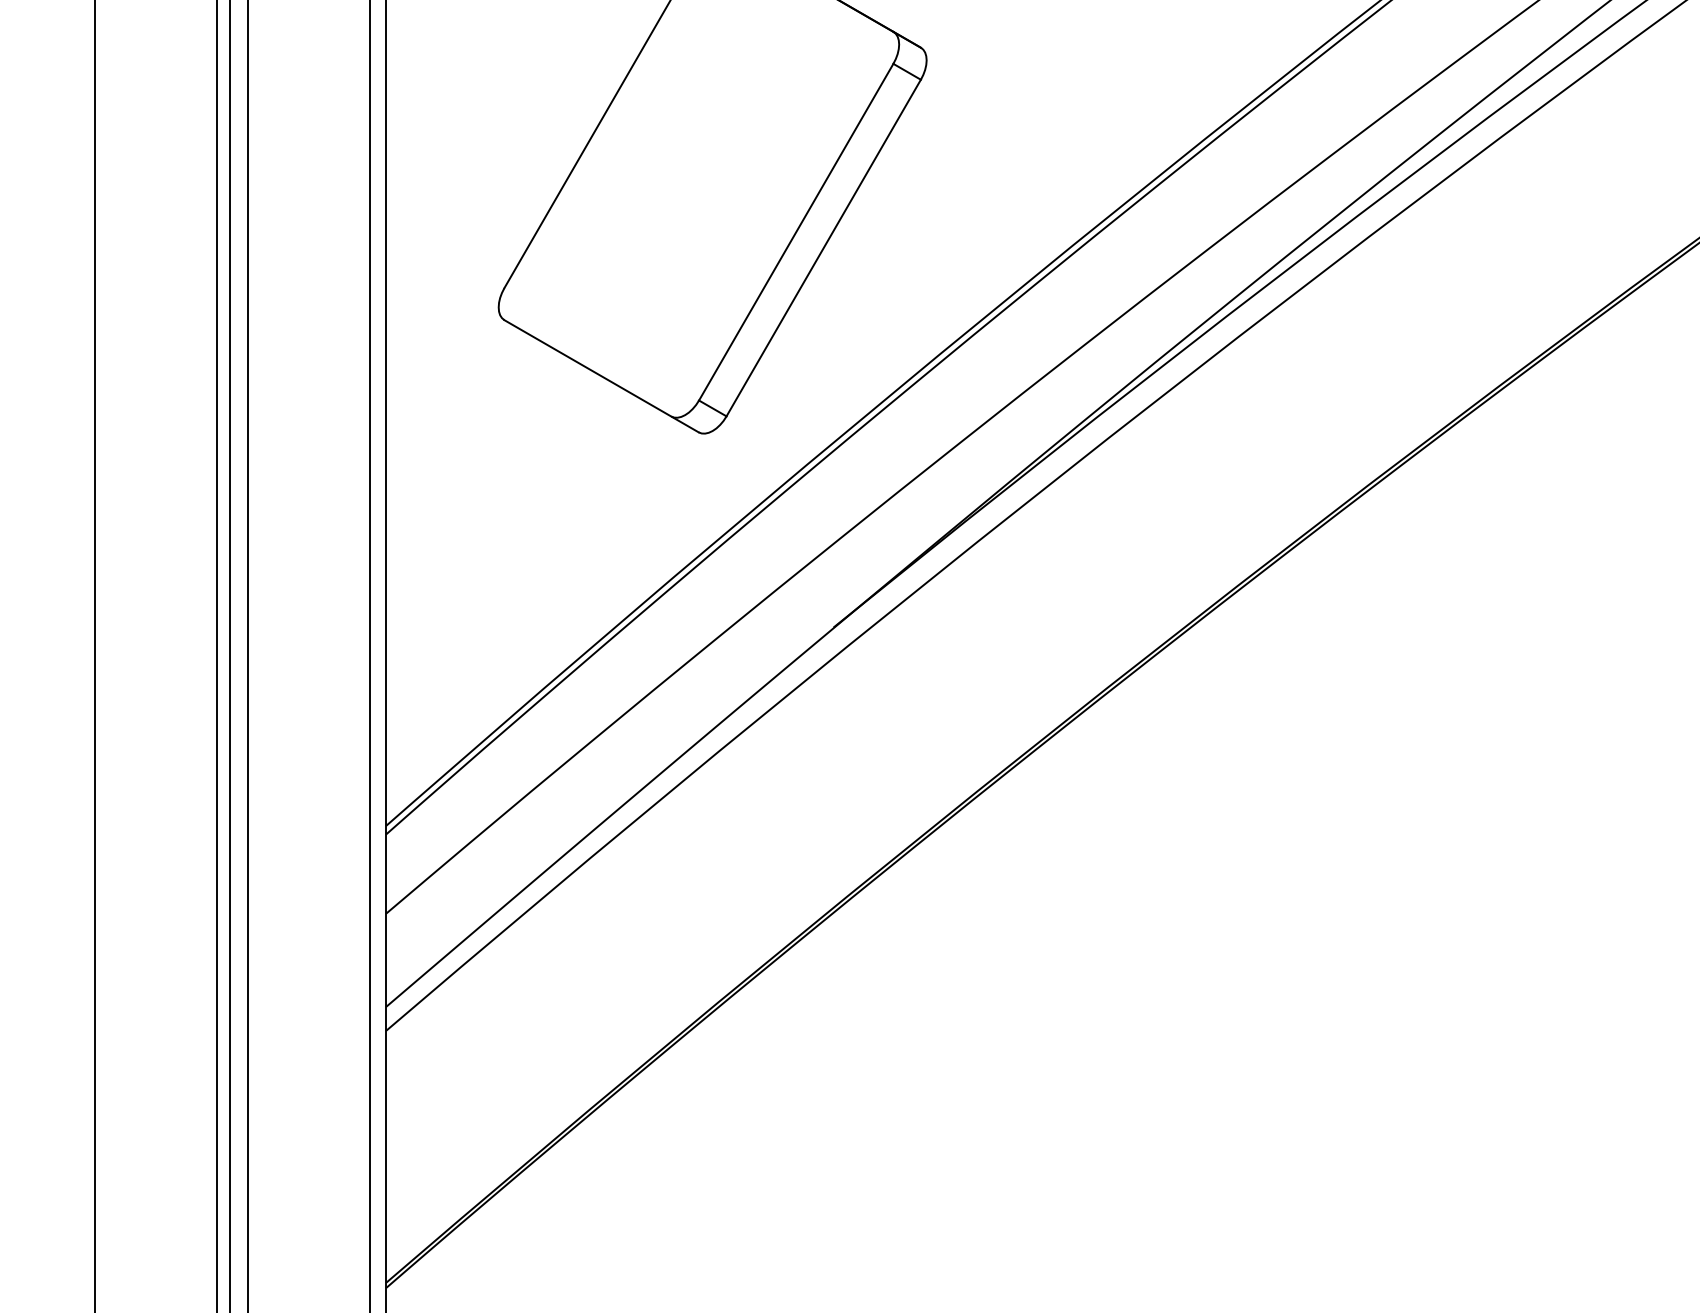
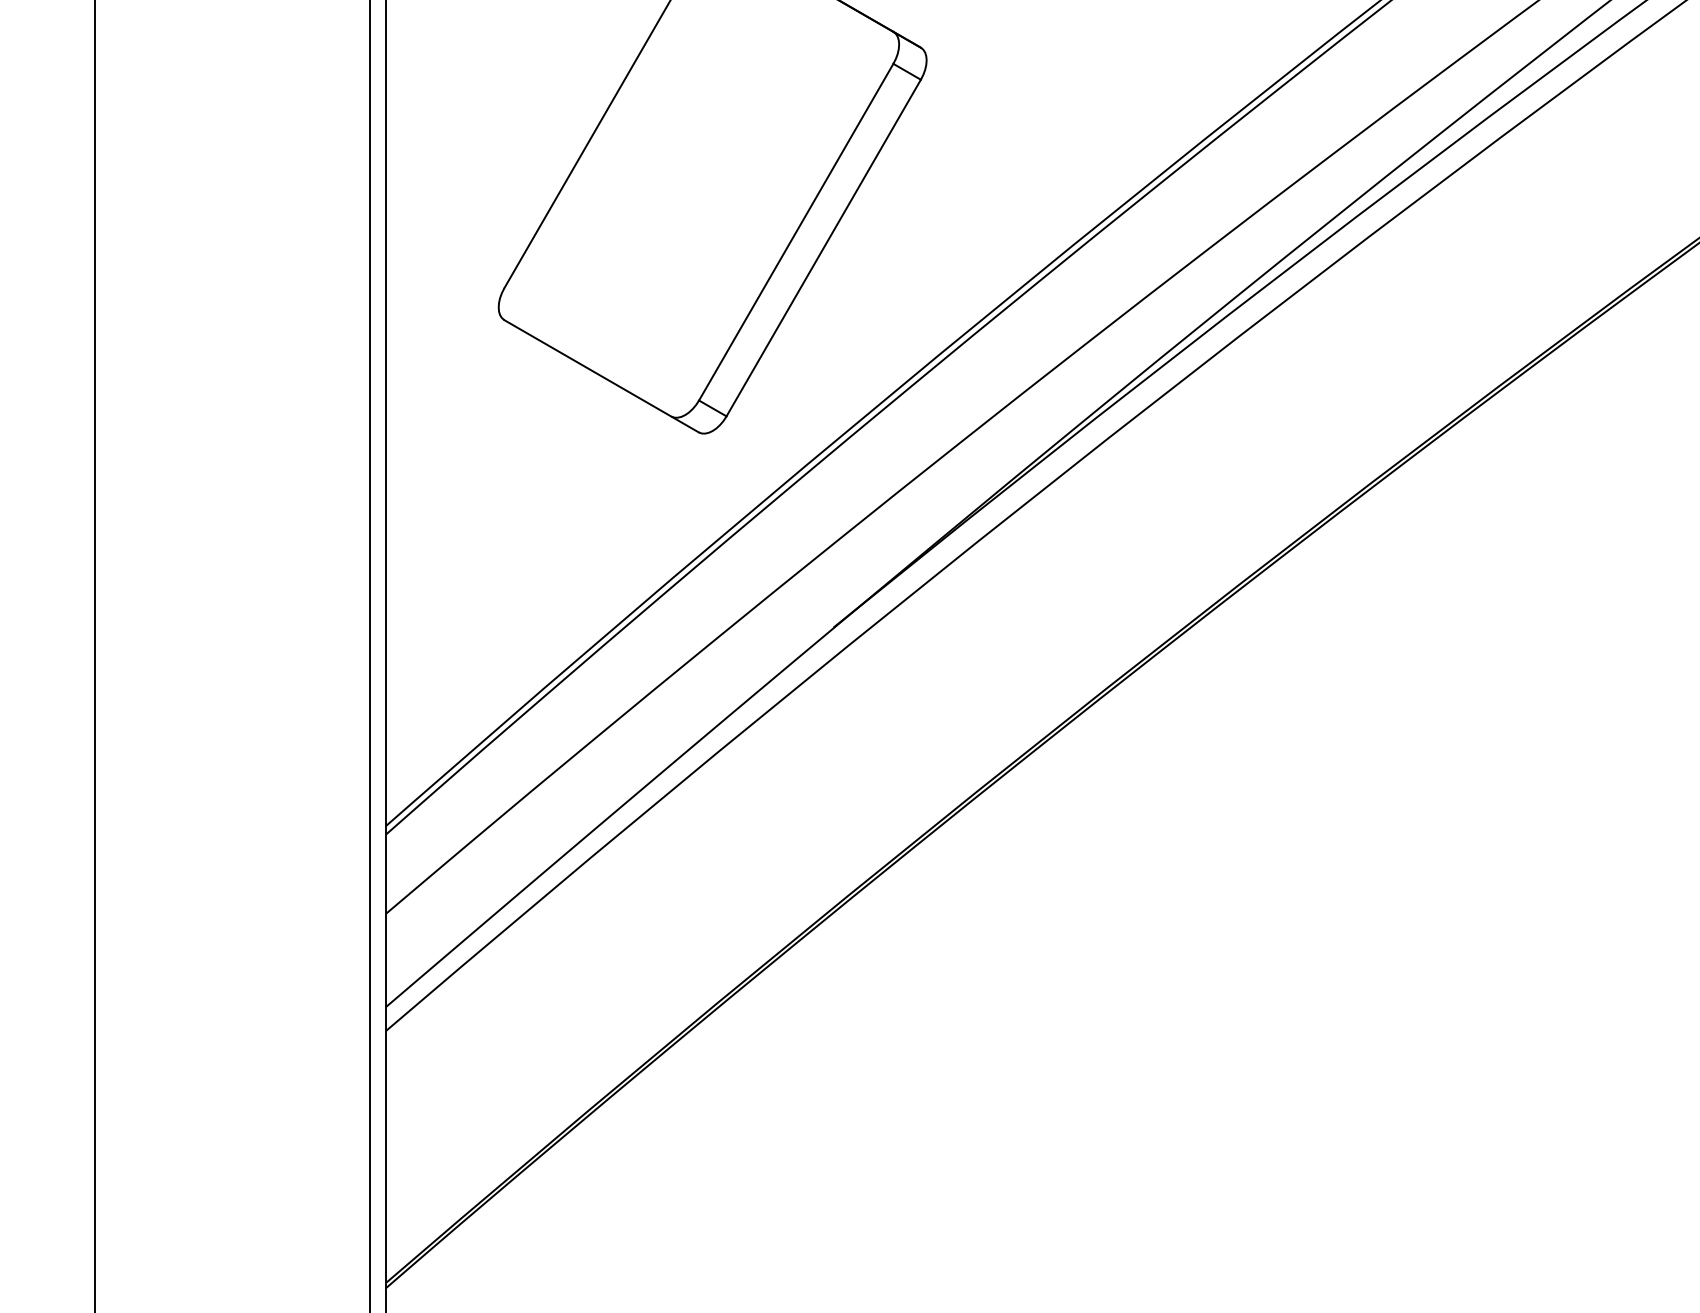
line at (216, 655): present -> none
line at (230, 655): present -> none
line at (248, 655): present -> none
